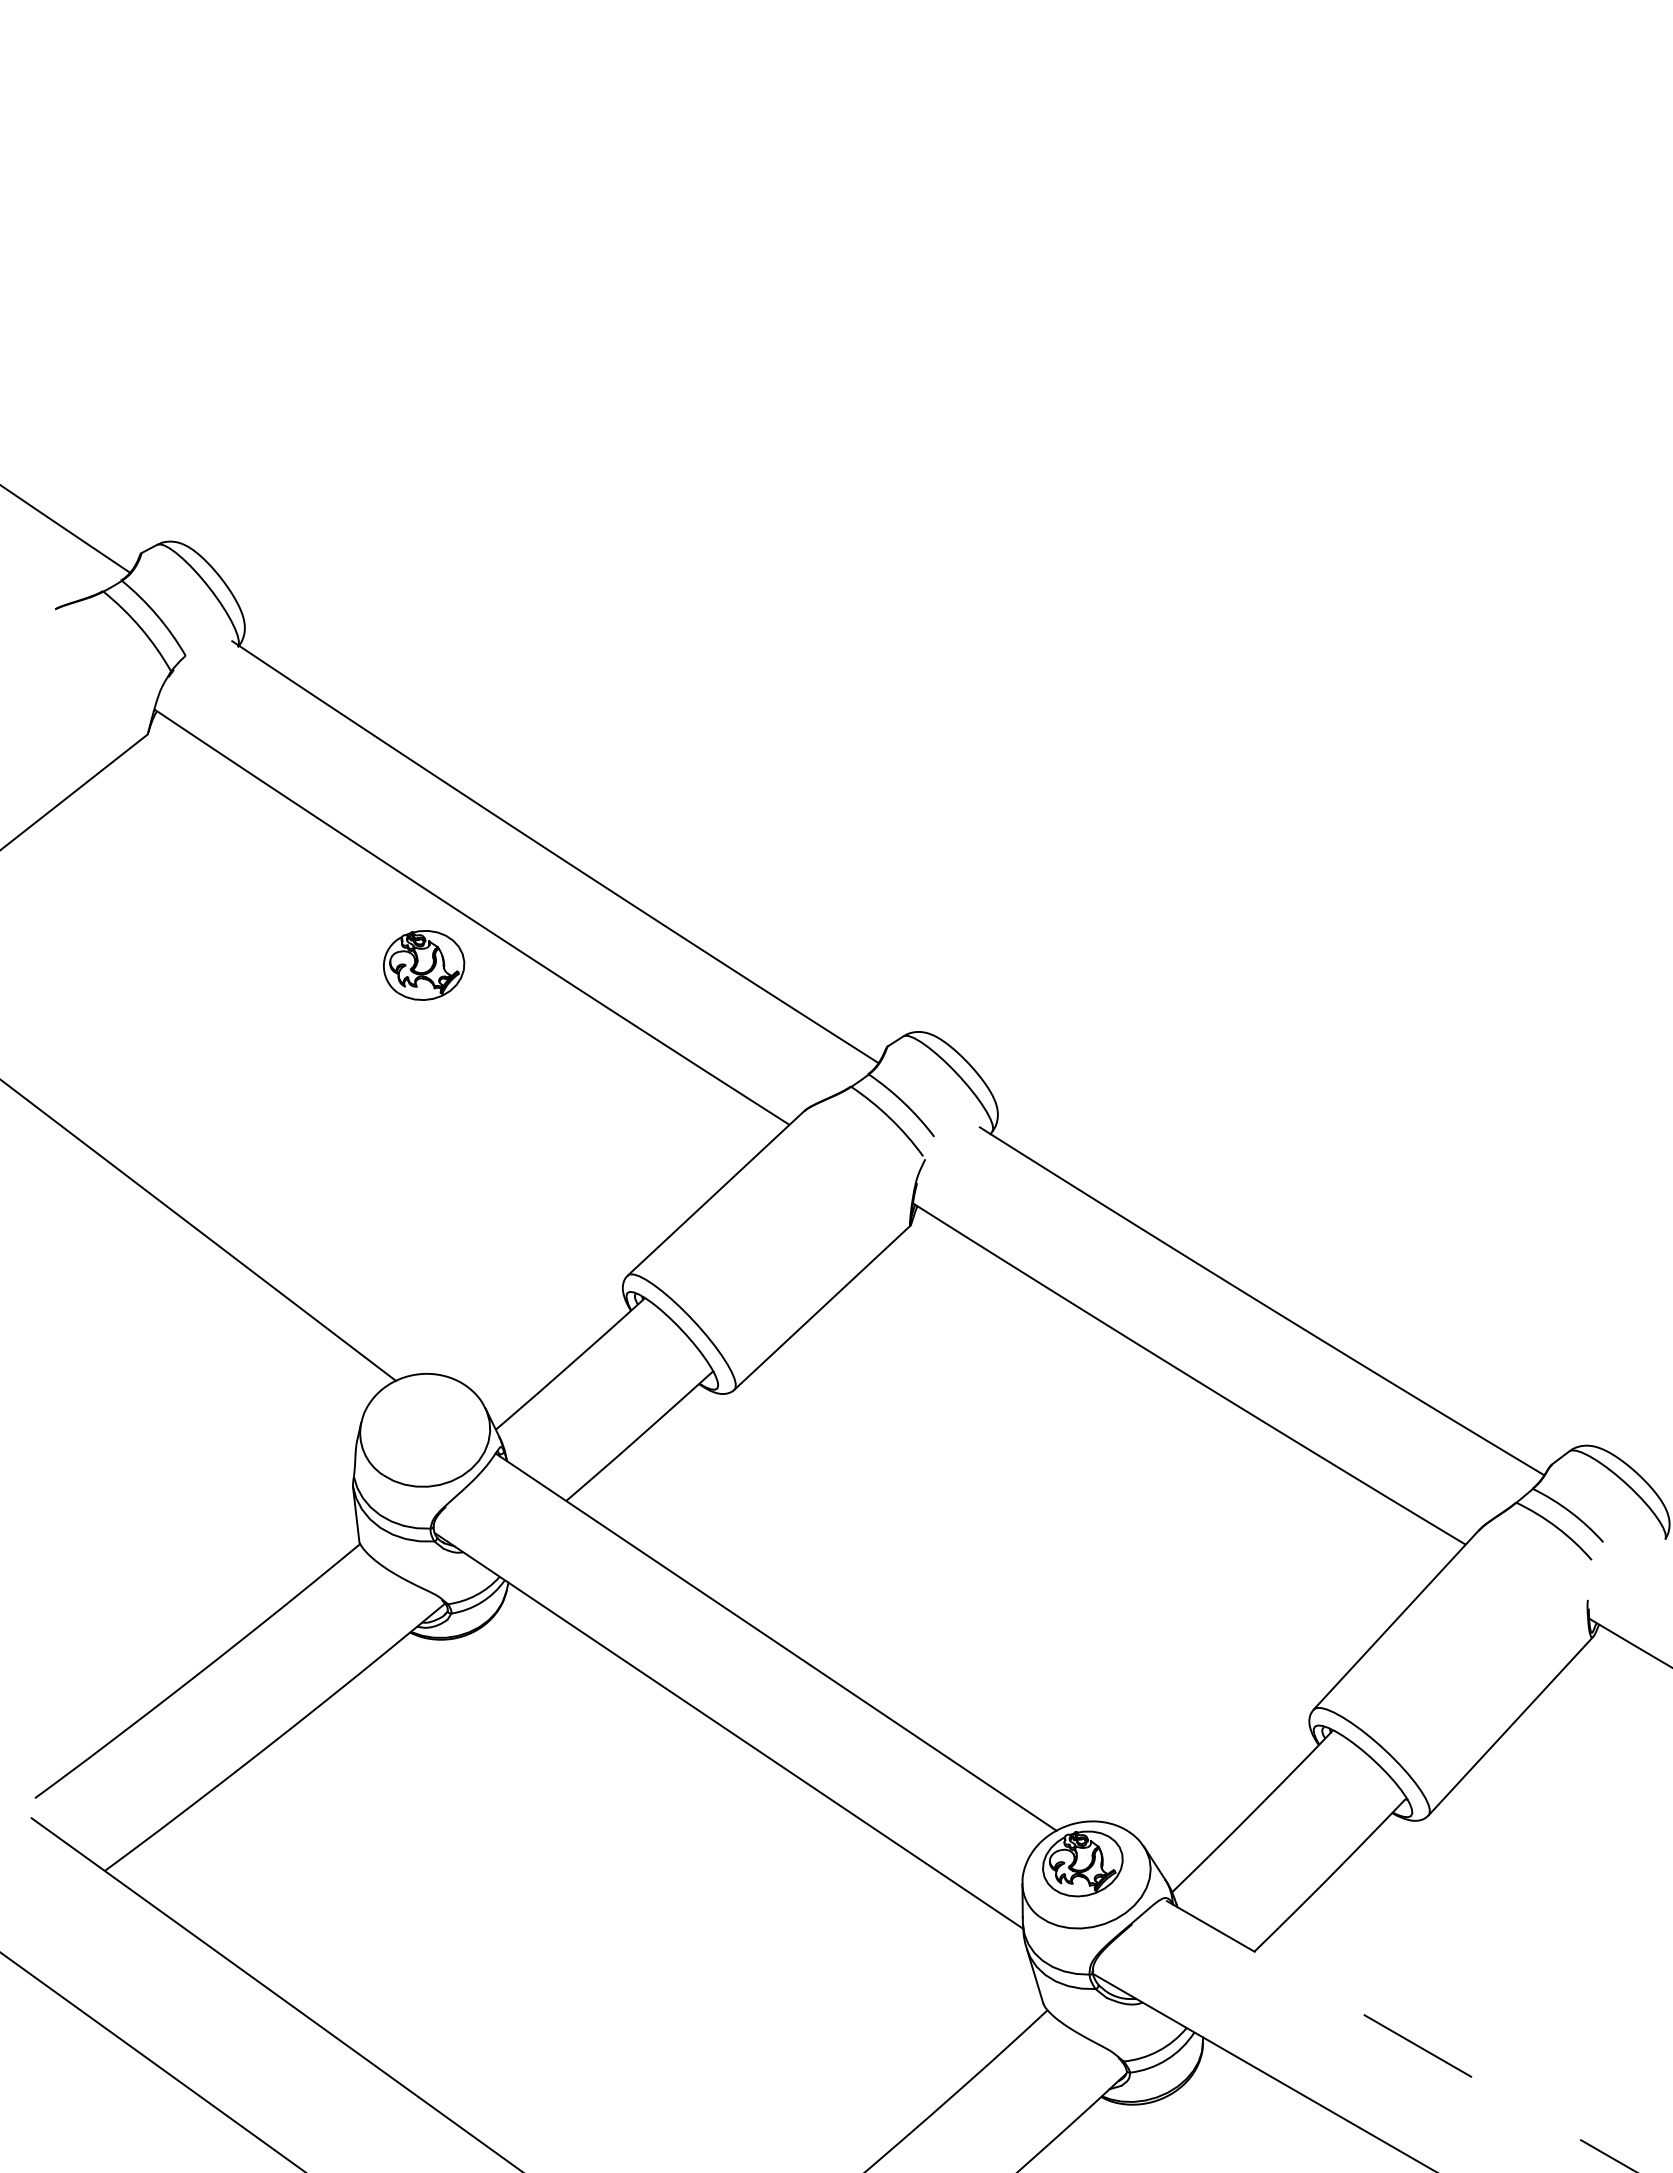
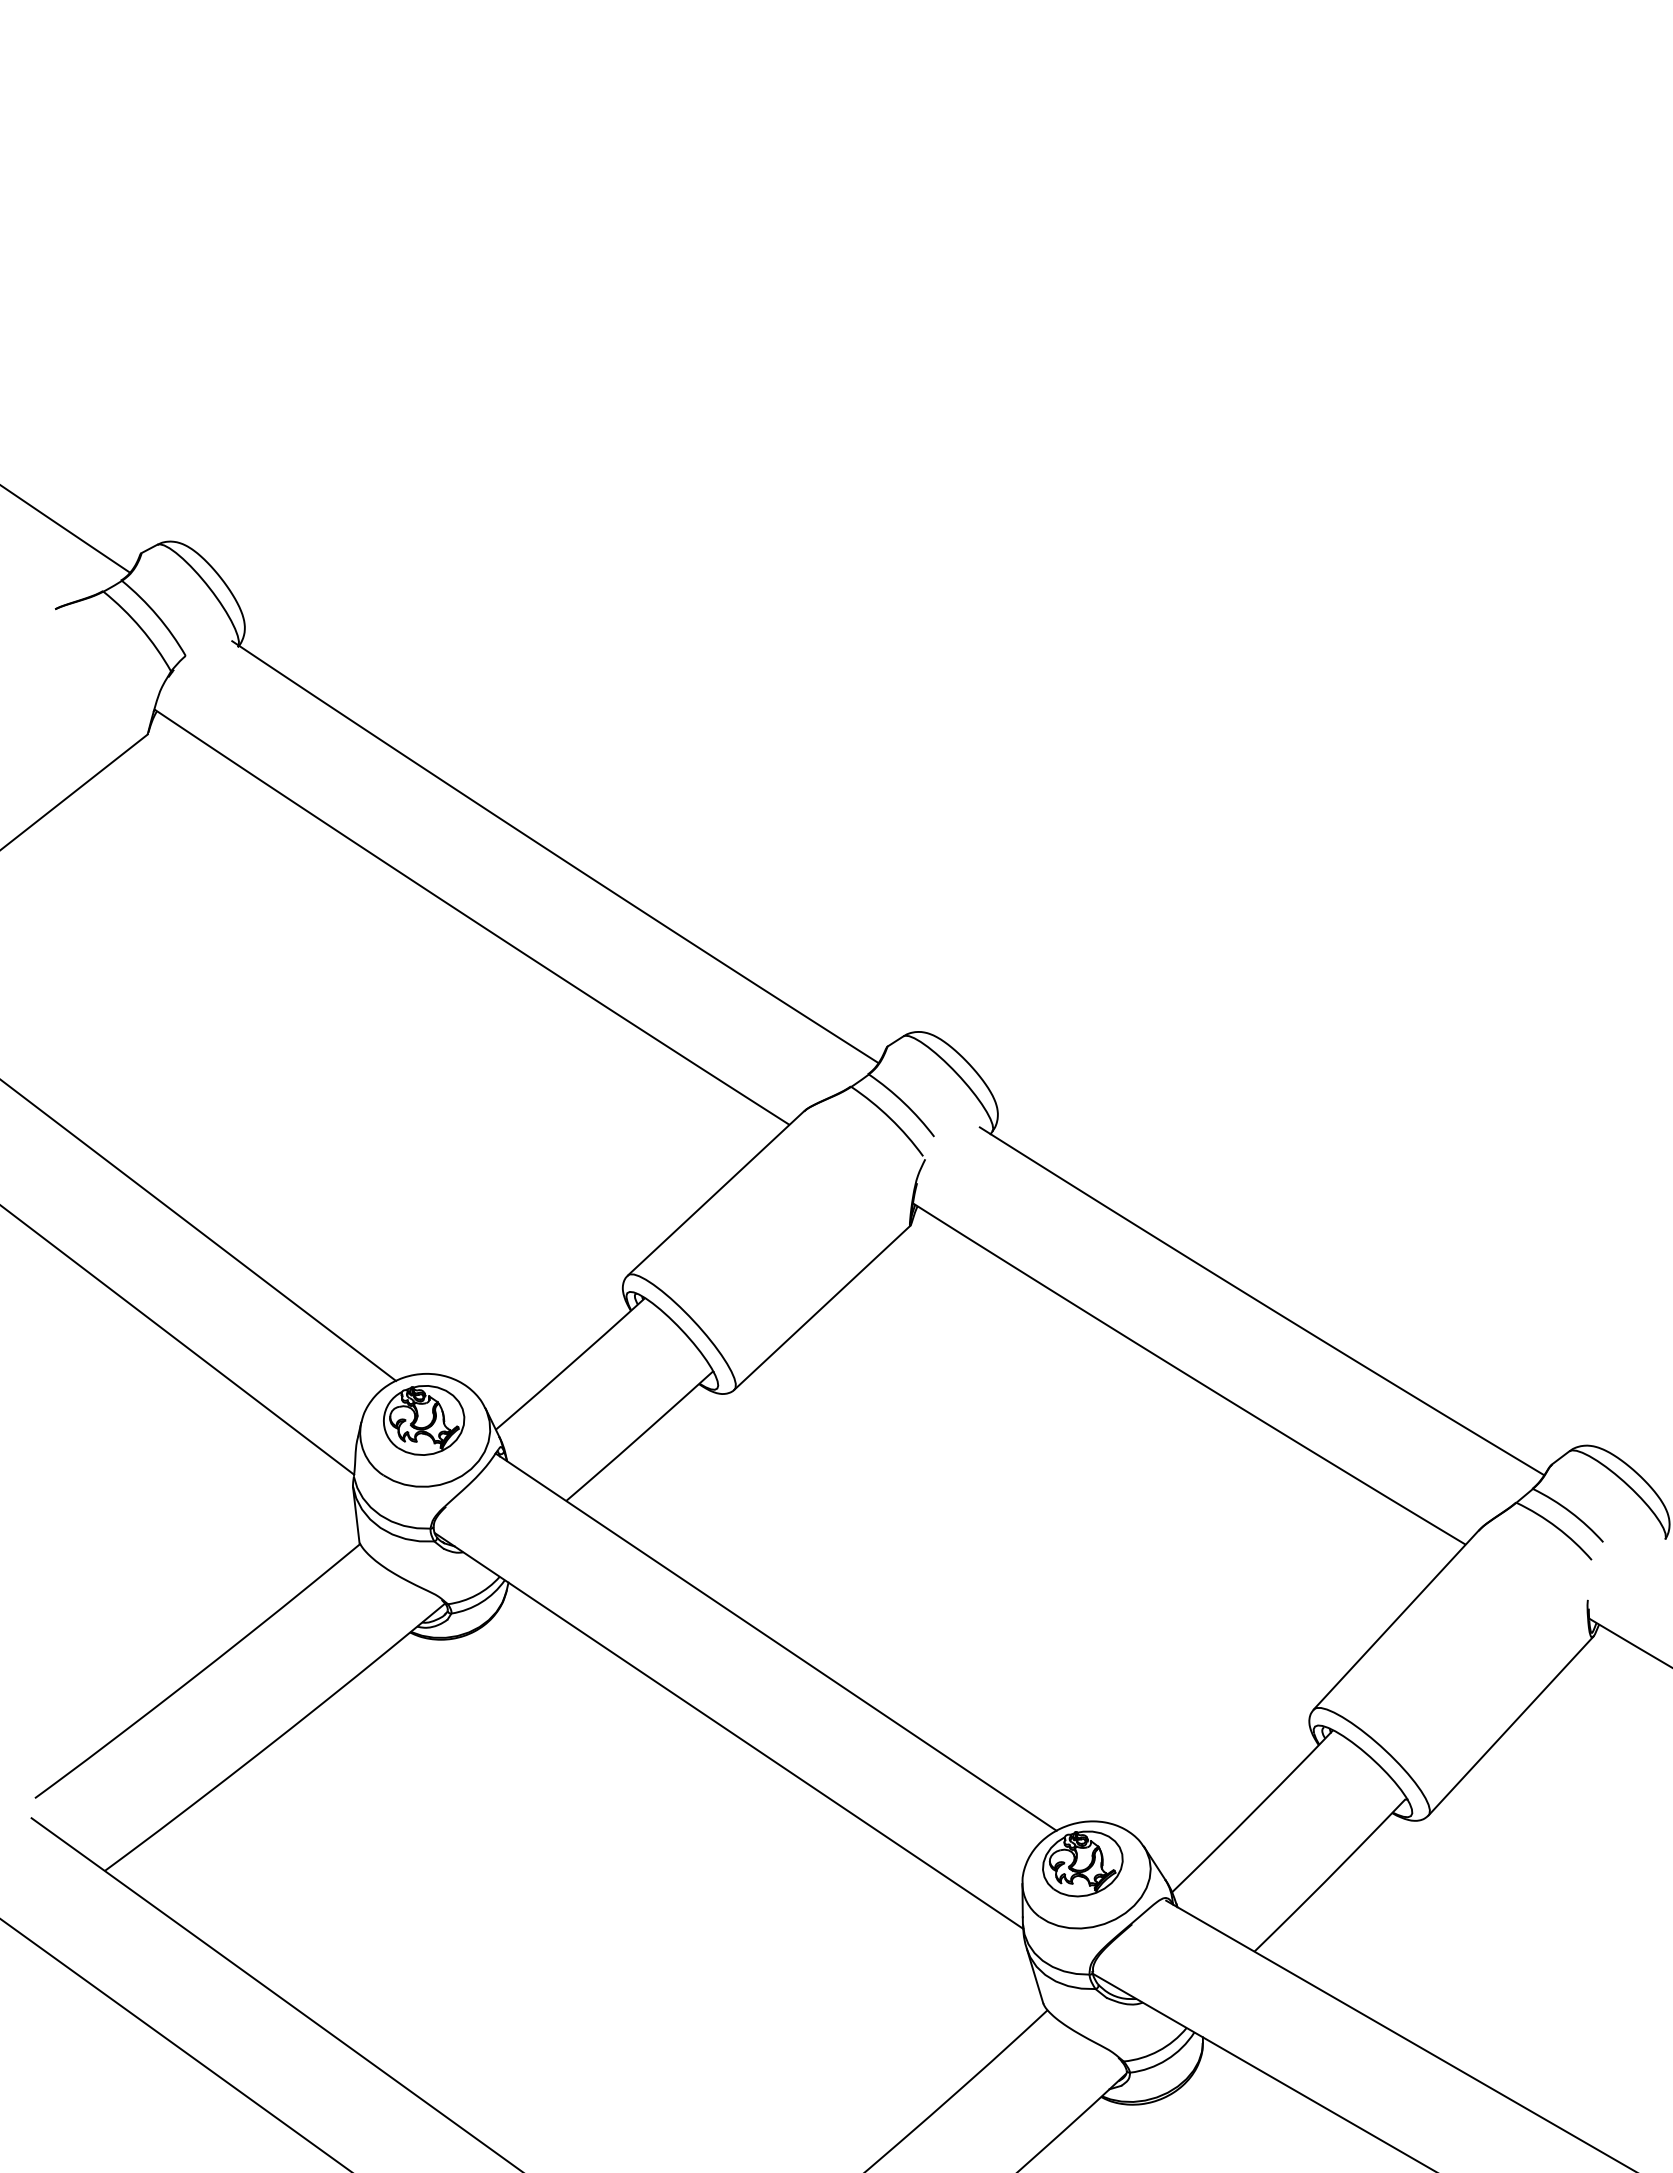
part at (424, 965) position: (424, 965) -> (424, 1420)
line at (178, 1340): none -> present
line at (1401, 2036): dashed -> solid
line at (151, 2061) position: (151, 2061) -> (175, 2044)
